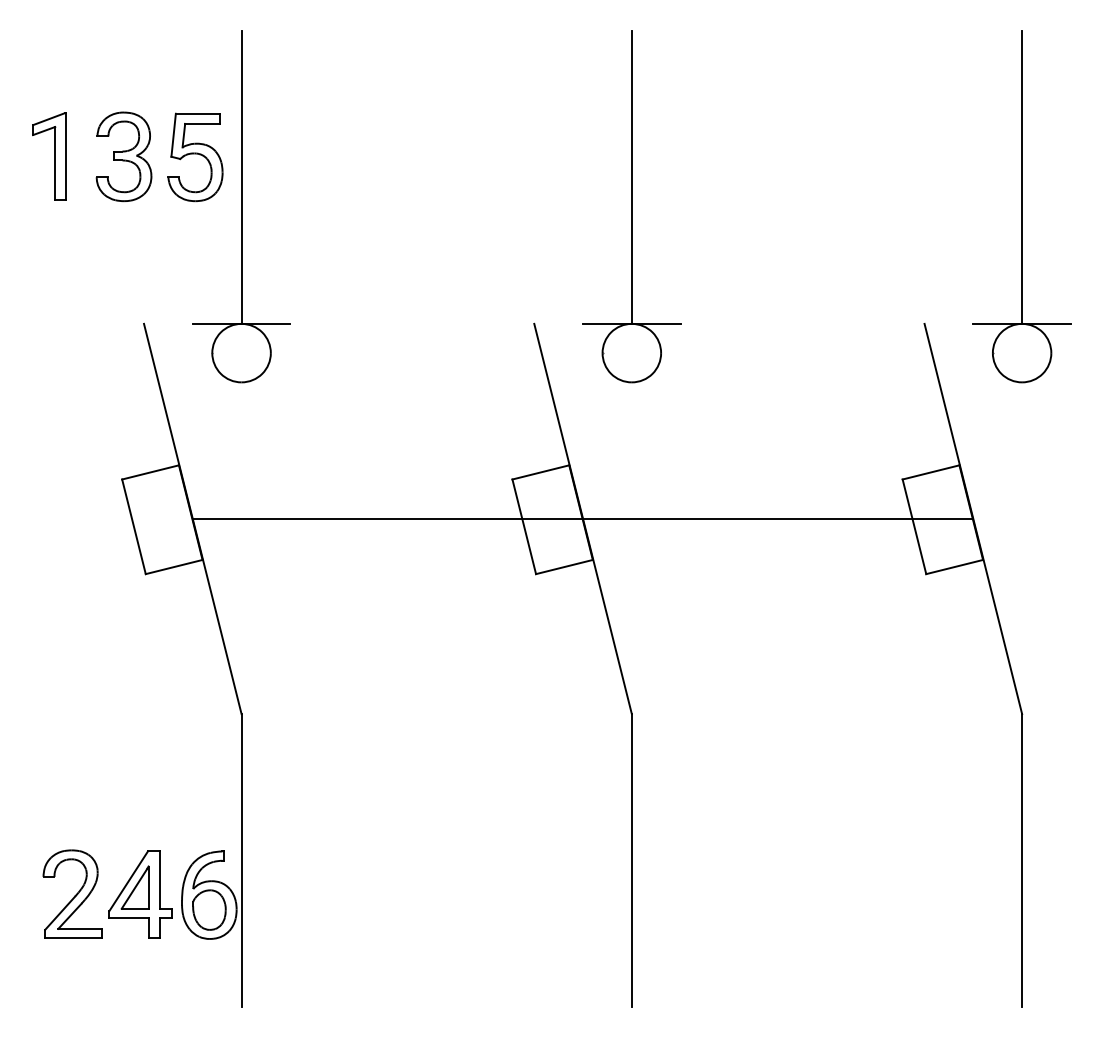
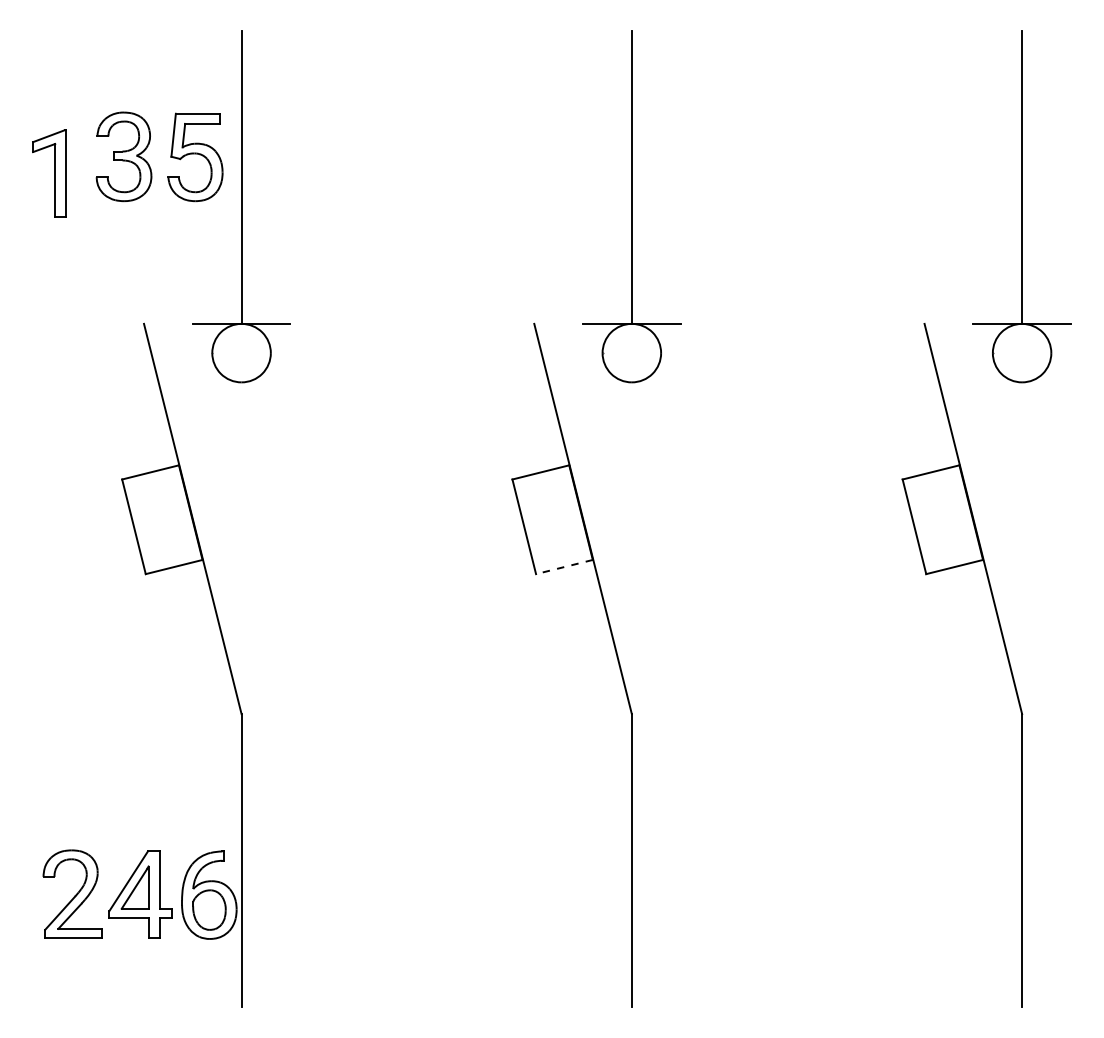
part at (49, 156) position: (49, 156) -> (49, 173)
line at (582, 518): present -> none
line at (563, 567): solid -> dashed
